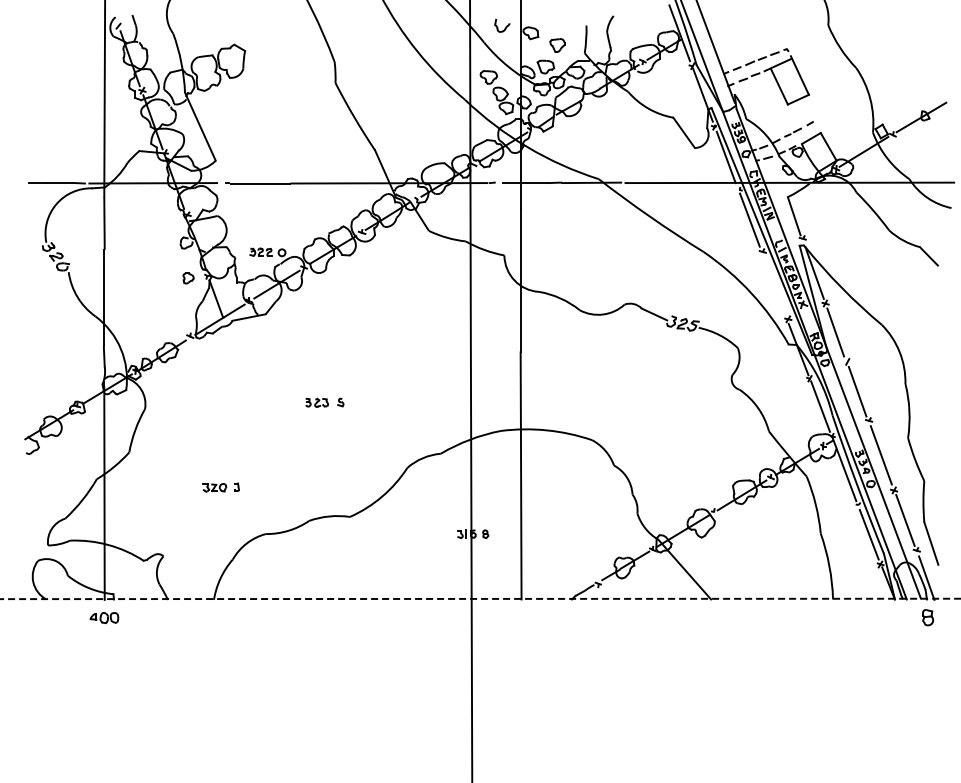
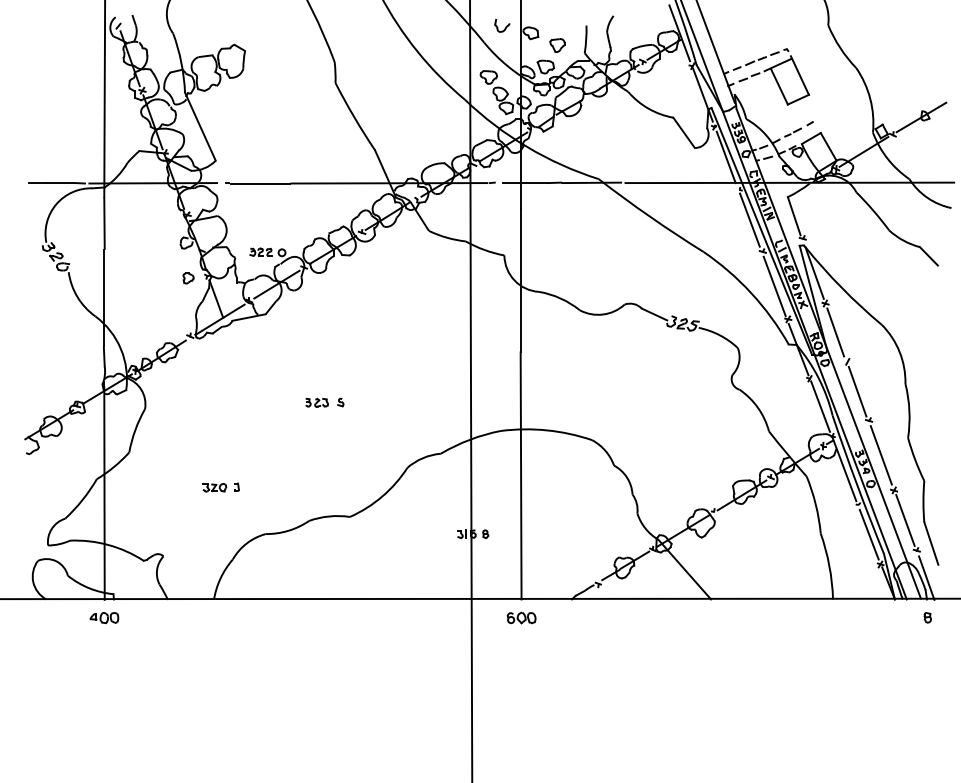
line at (774, 286): none -> present
line at (480, 598): dashed -> solid
part at (521, 617): none -> present
part at (927, 617) size: 12x18 px -> 9x12 px
